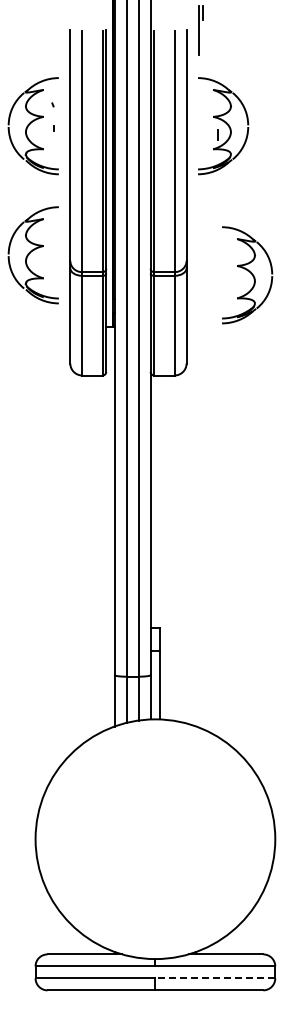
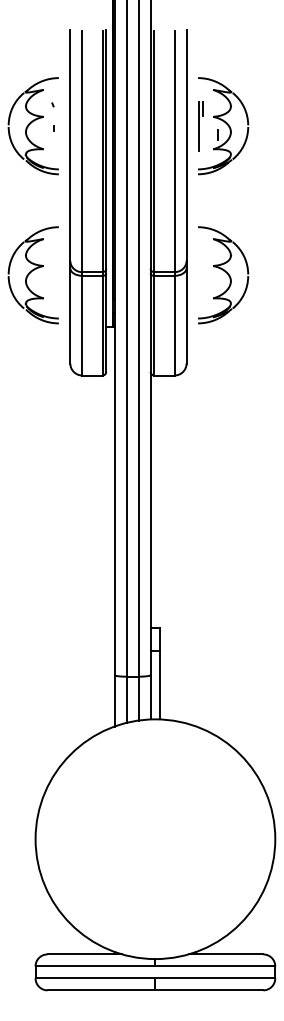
part at (200, 30) position: (200, 30) -> (200, 126)
part at (32, 255) position: (32, 255) -> (32, 275)
part at (247, 275) position: (247, 275) -> (223, 275)
line at (215, 978): dashed -> solid
